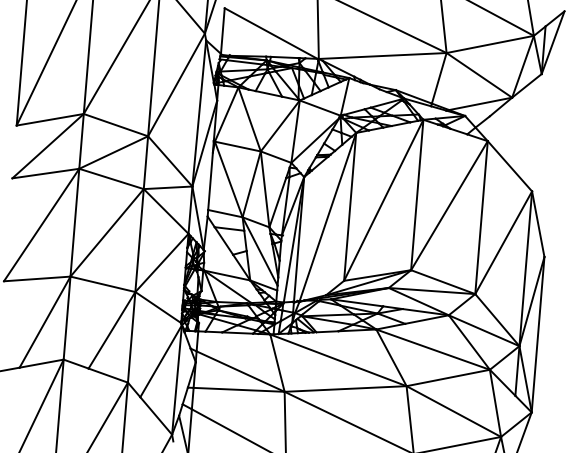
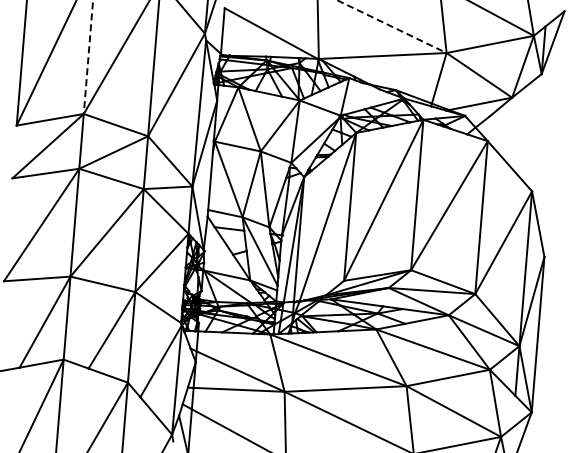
line at (391, 26): solid -> dashed
line at (88, 57): solid -> dashed
